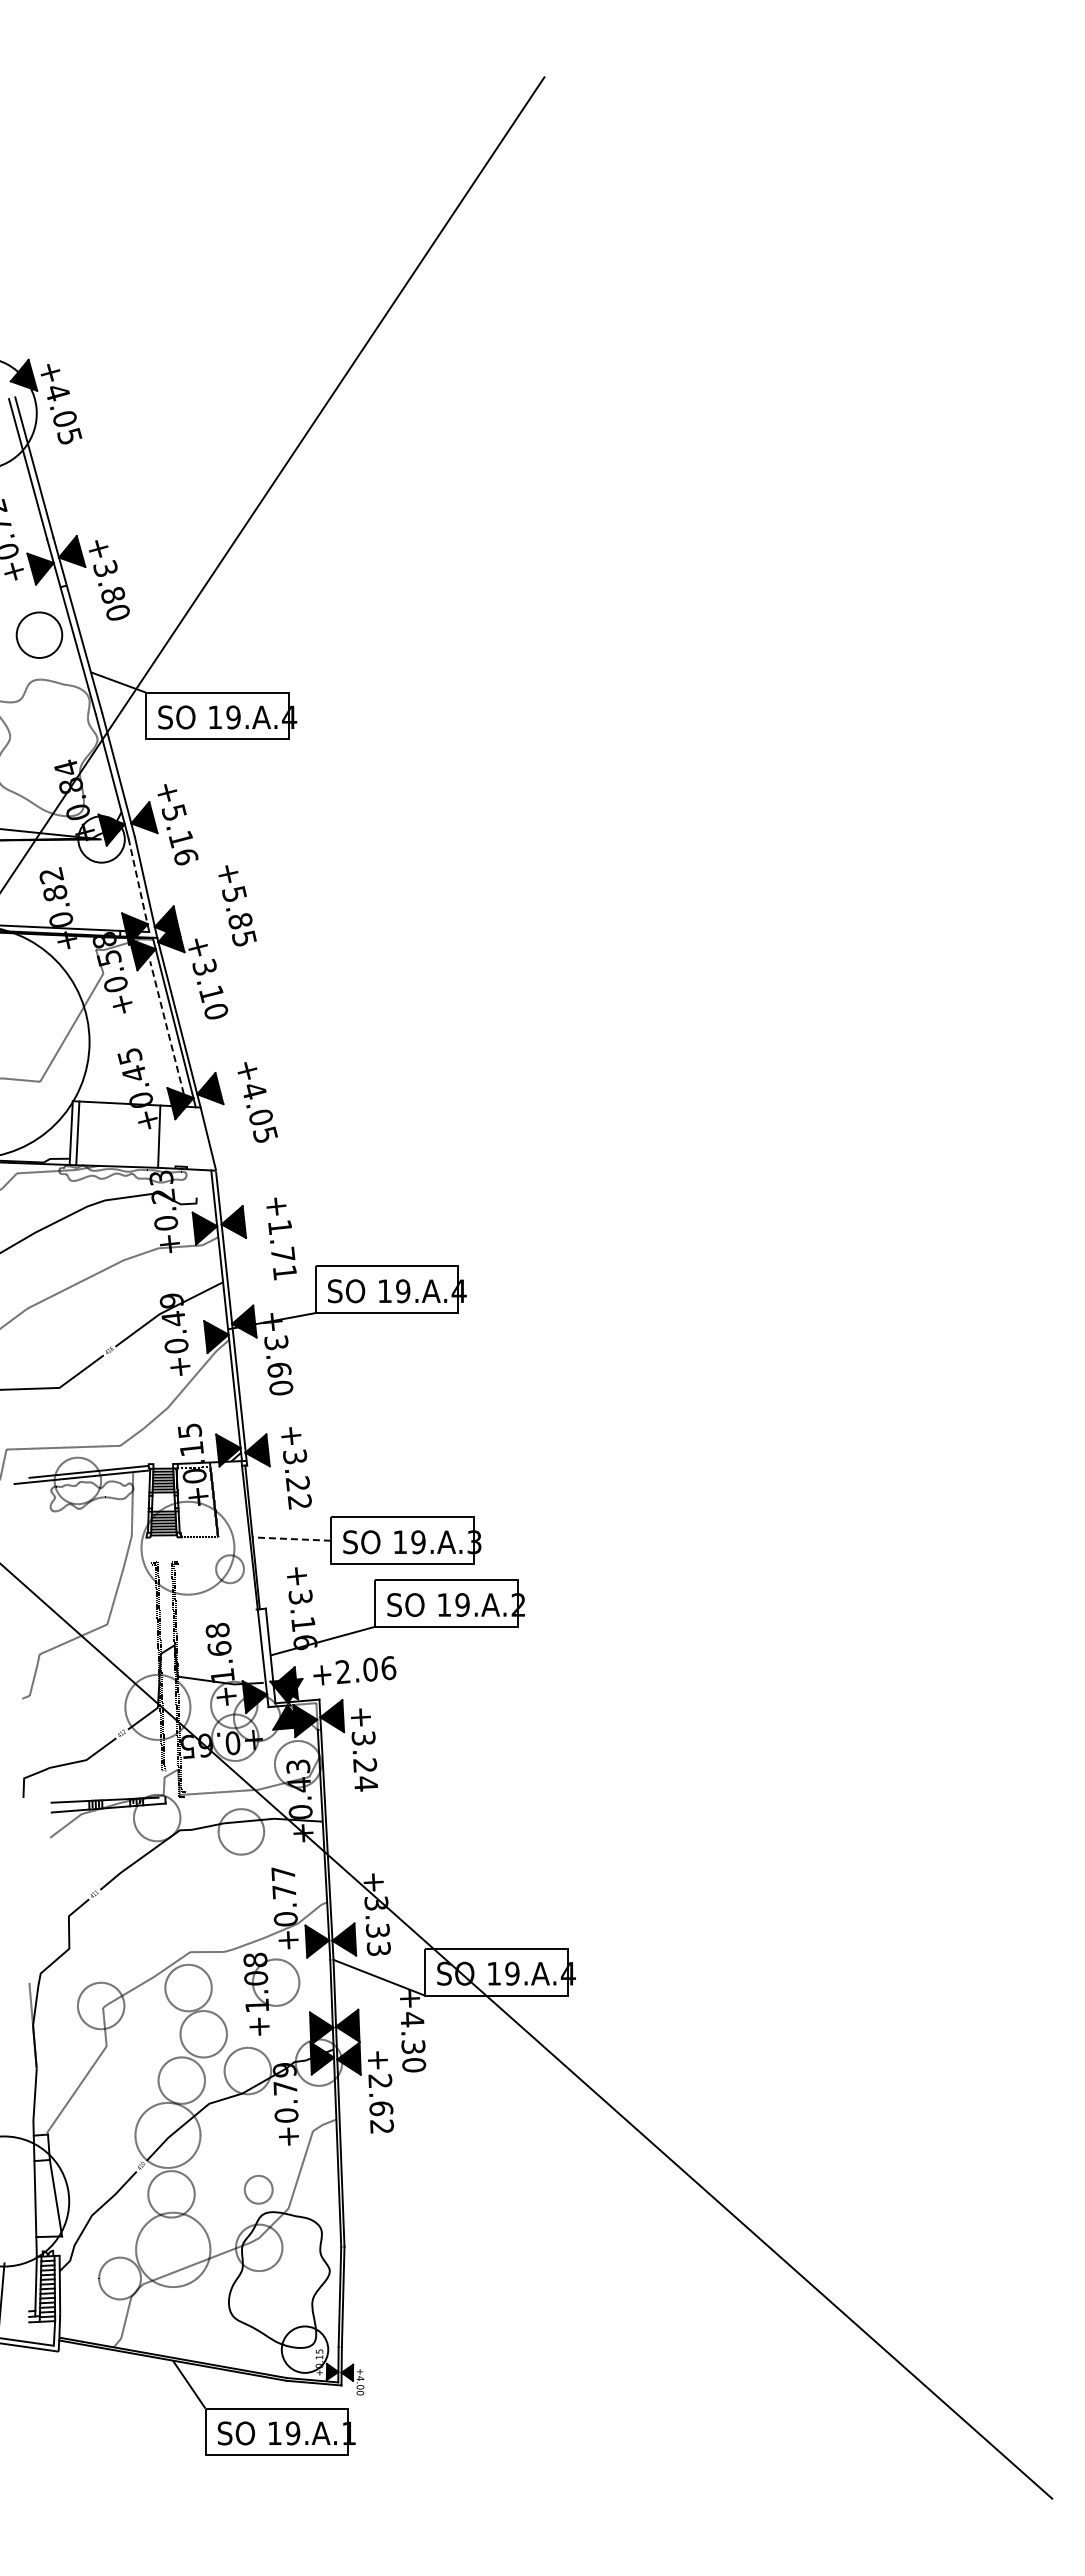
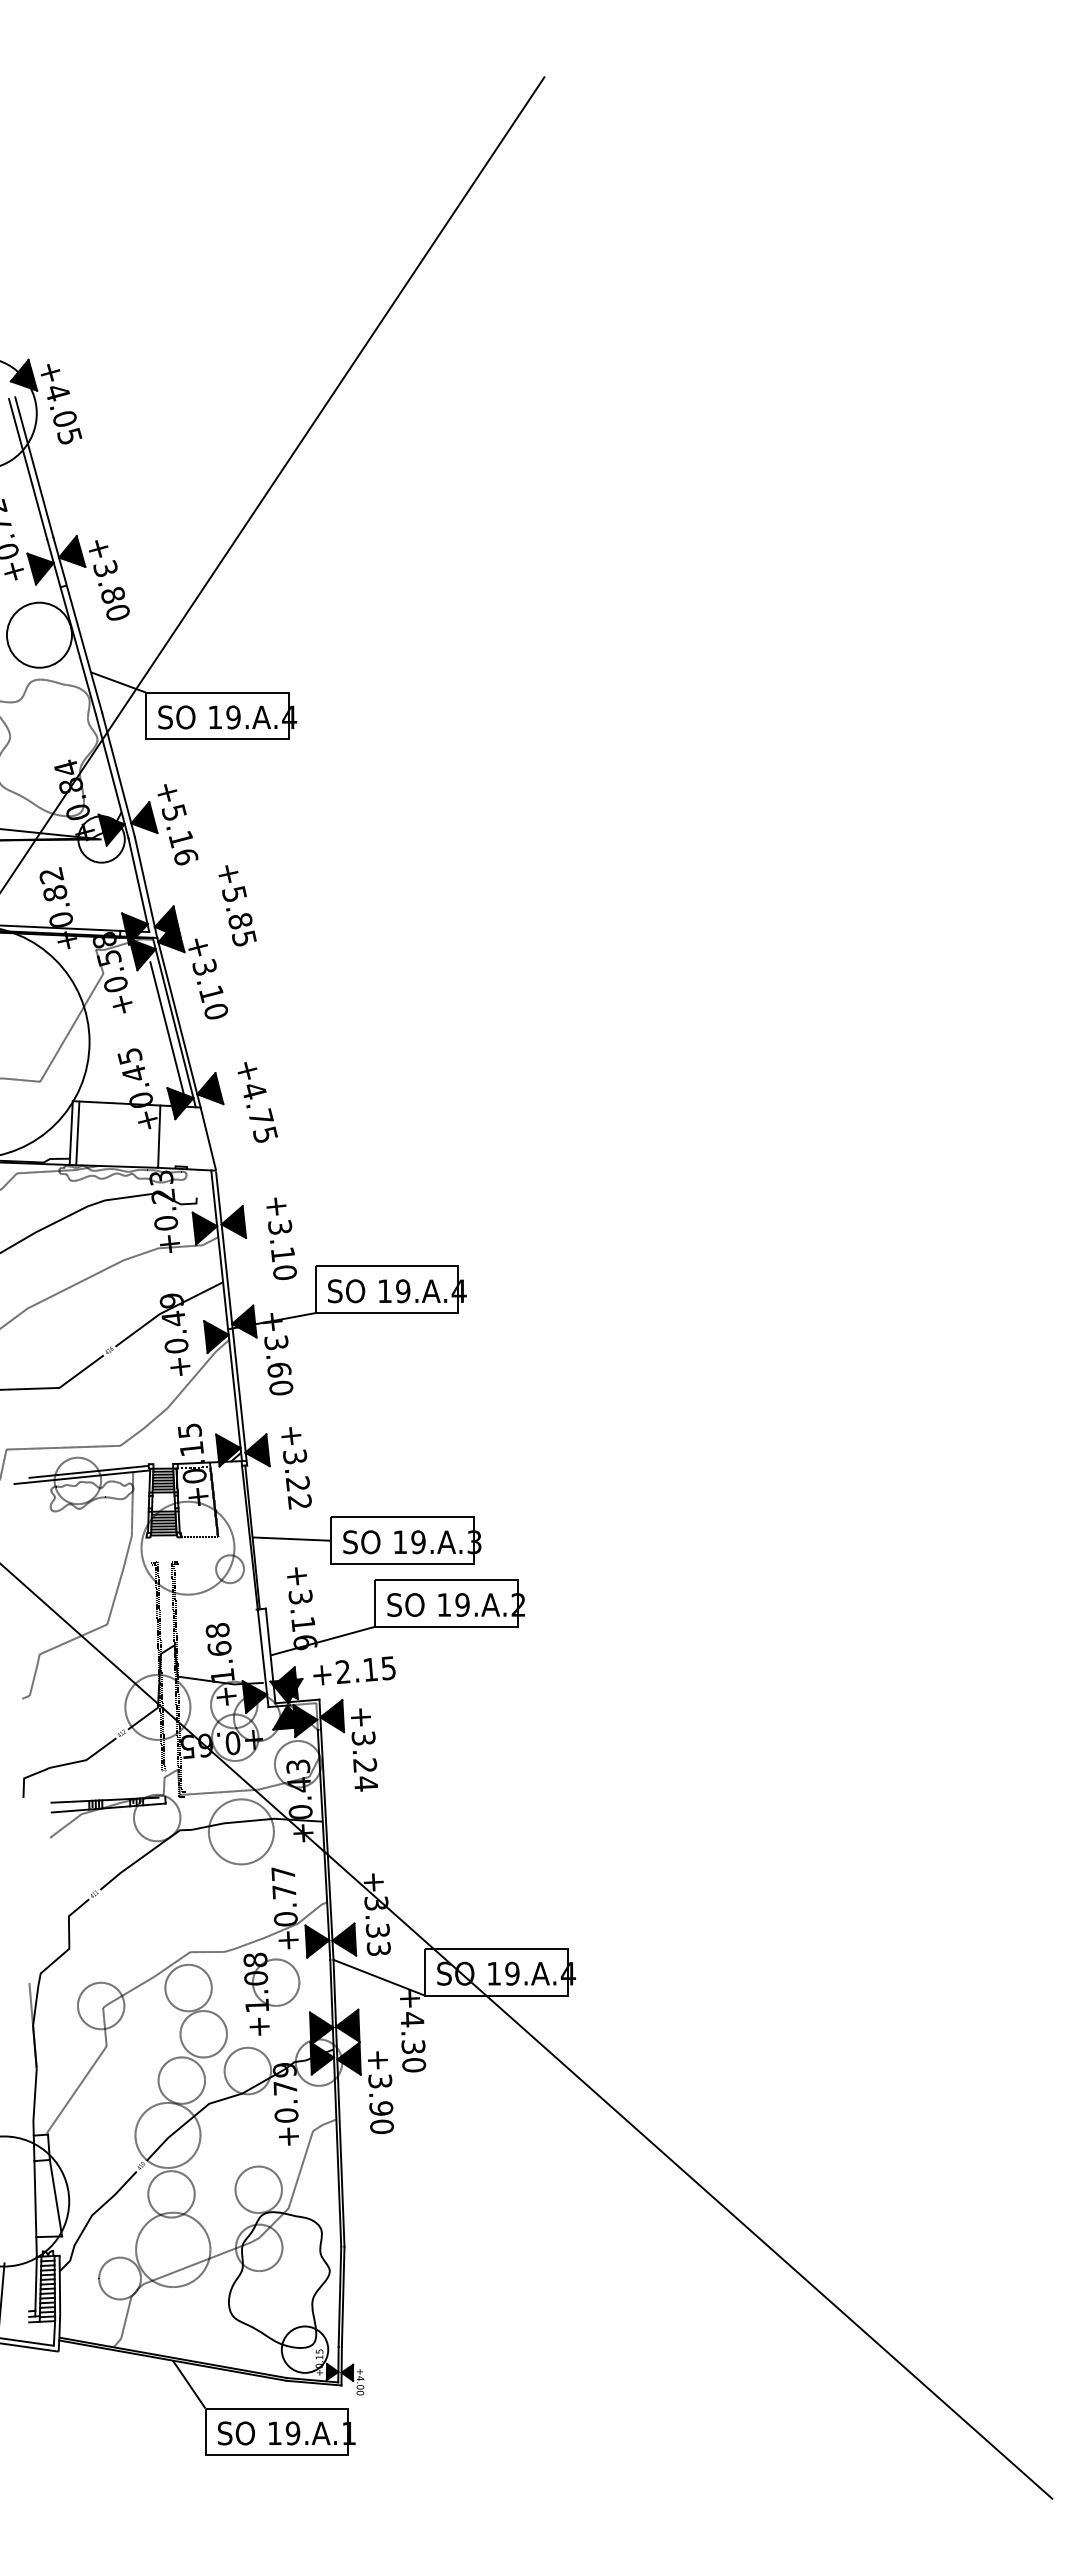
circle at (39, 635) diameter: 46 px -> 65 px
line at (138, 885): dashed -> solid
line at (166, 1027): dashed -> solid
text at (261, 1116): +4.05 -> +4.75
text at (282, 1250): +1.71 -> +3.10
line at (291, 1539): dashed -> solid
text at (379, 1668): +2.06 -> +2.15
circle at (241, 1831) diameter: 46 px -> 65 px
text at (380, 2104): +2.62 -> +3.90
circle at (258, 2189) diameter: 28 px -> 46 px
